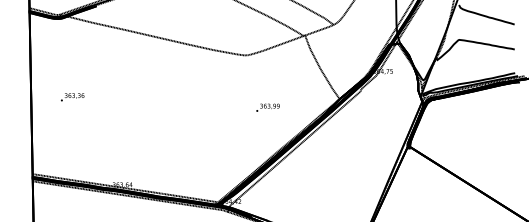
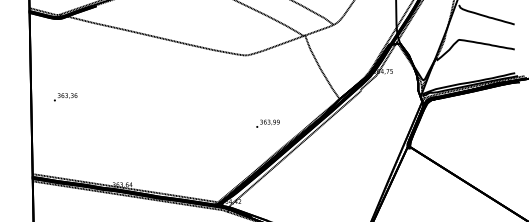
text at (72, 97) position: (72, 97) -> (65, 97)
text at (267, 107) position: (267, 107) -> (267, 123)
